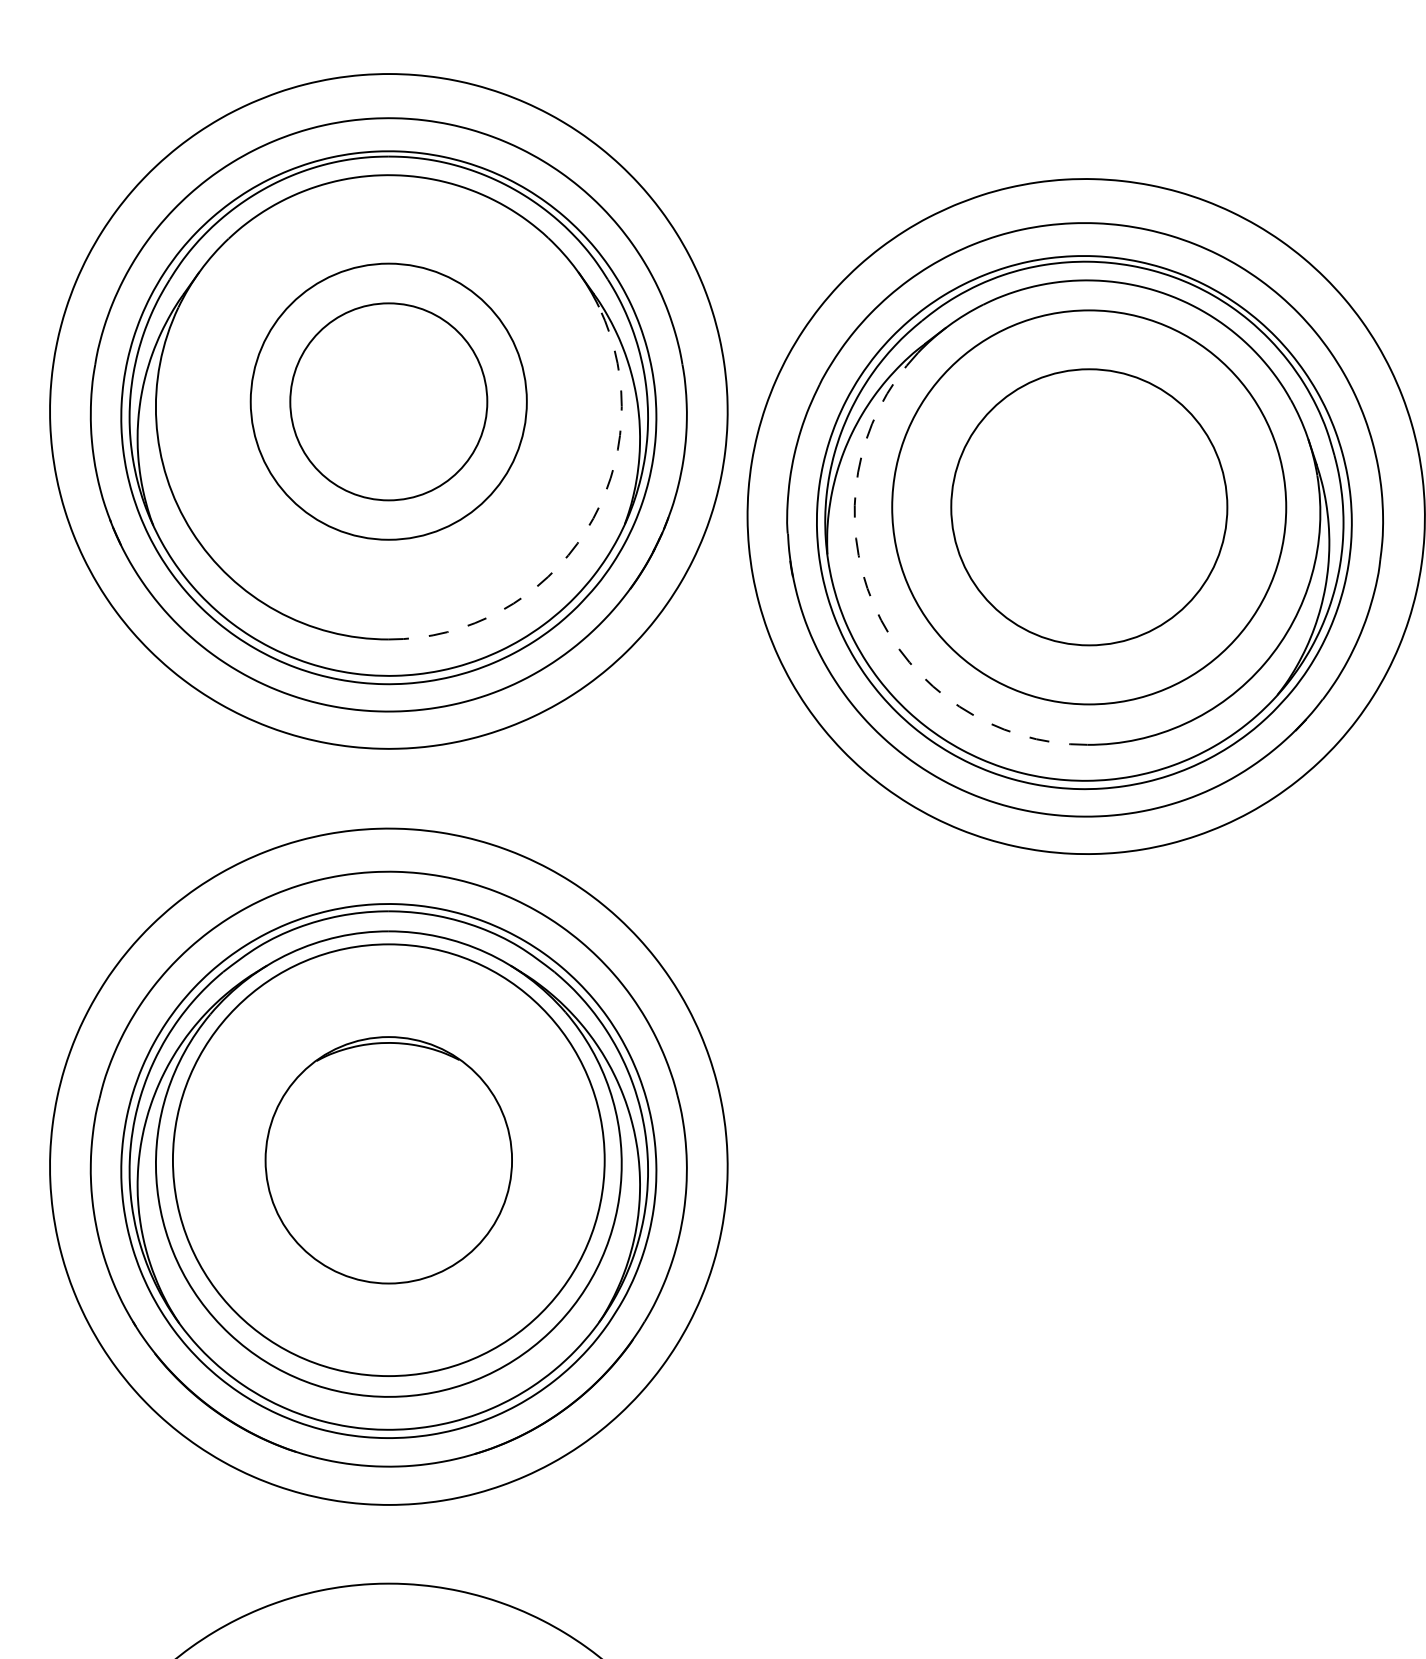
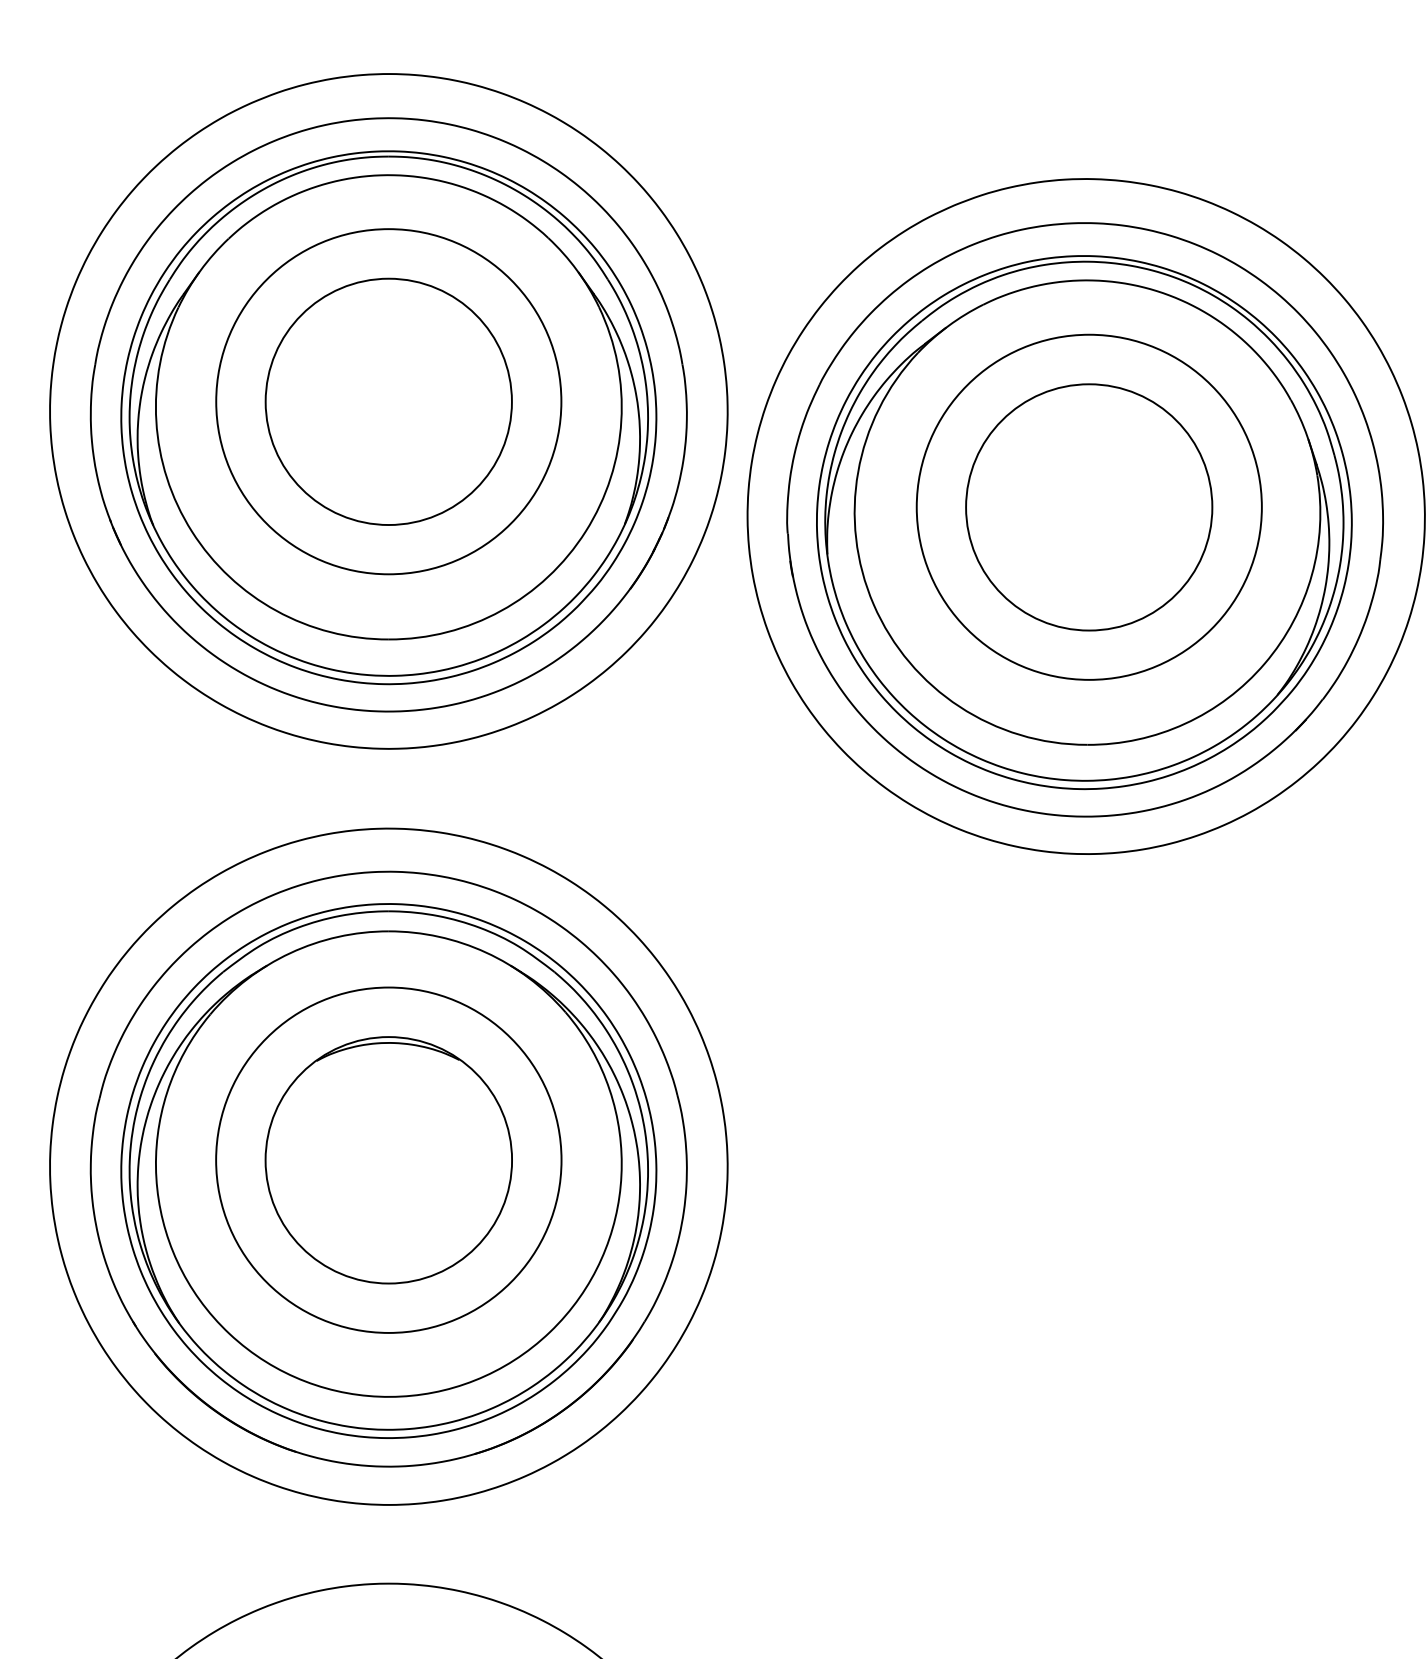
circle at (388, 401) diameter: 197 px -> 246 px
circle at (388, 401) diameter: 276 px -> 345 px
circle at (1089, 507) diameter: 276 px -> 345 px
circle at (1089, 507) diameter: 394 px -> 246 px
arc at (585, 531): dashed -> solid
arc at (873, 604): dashed -> solid
circle at (388, 1160) diameter: 432 px -> 345 px
